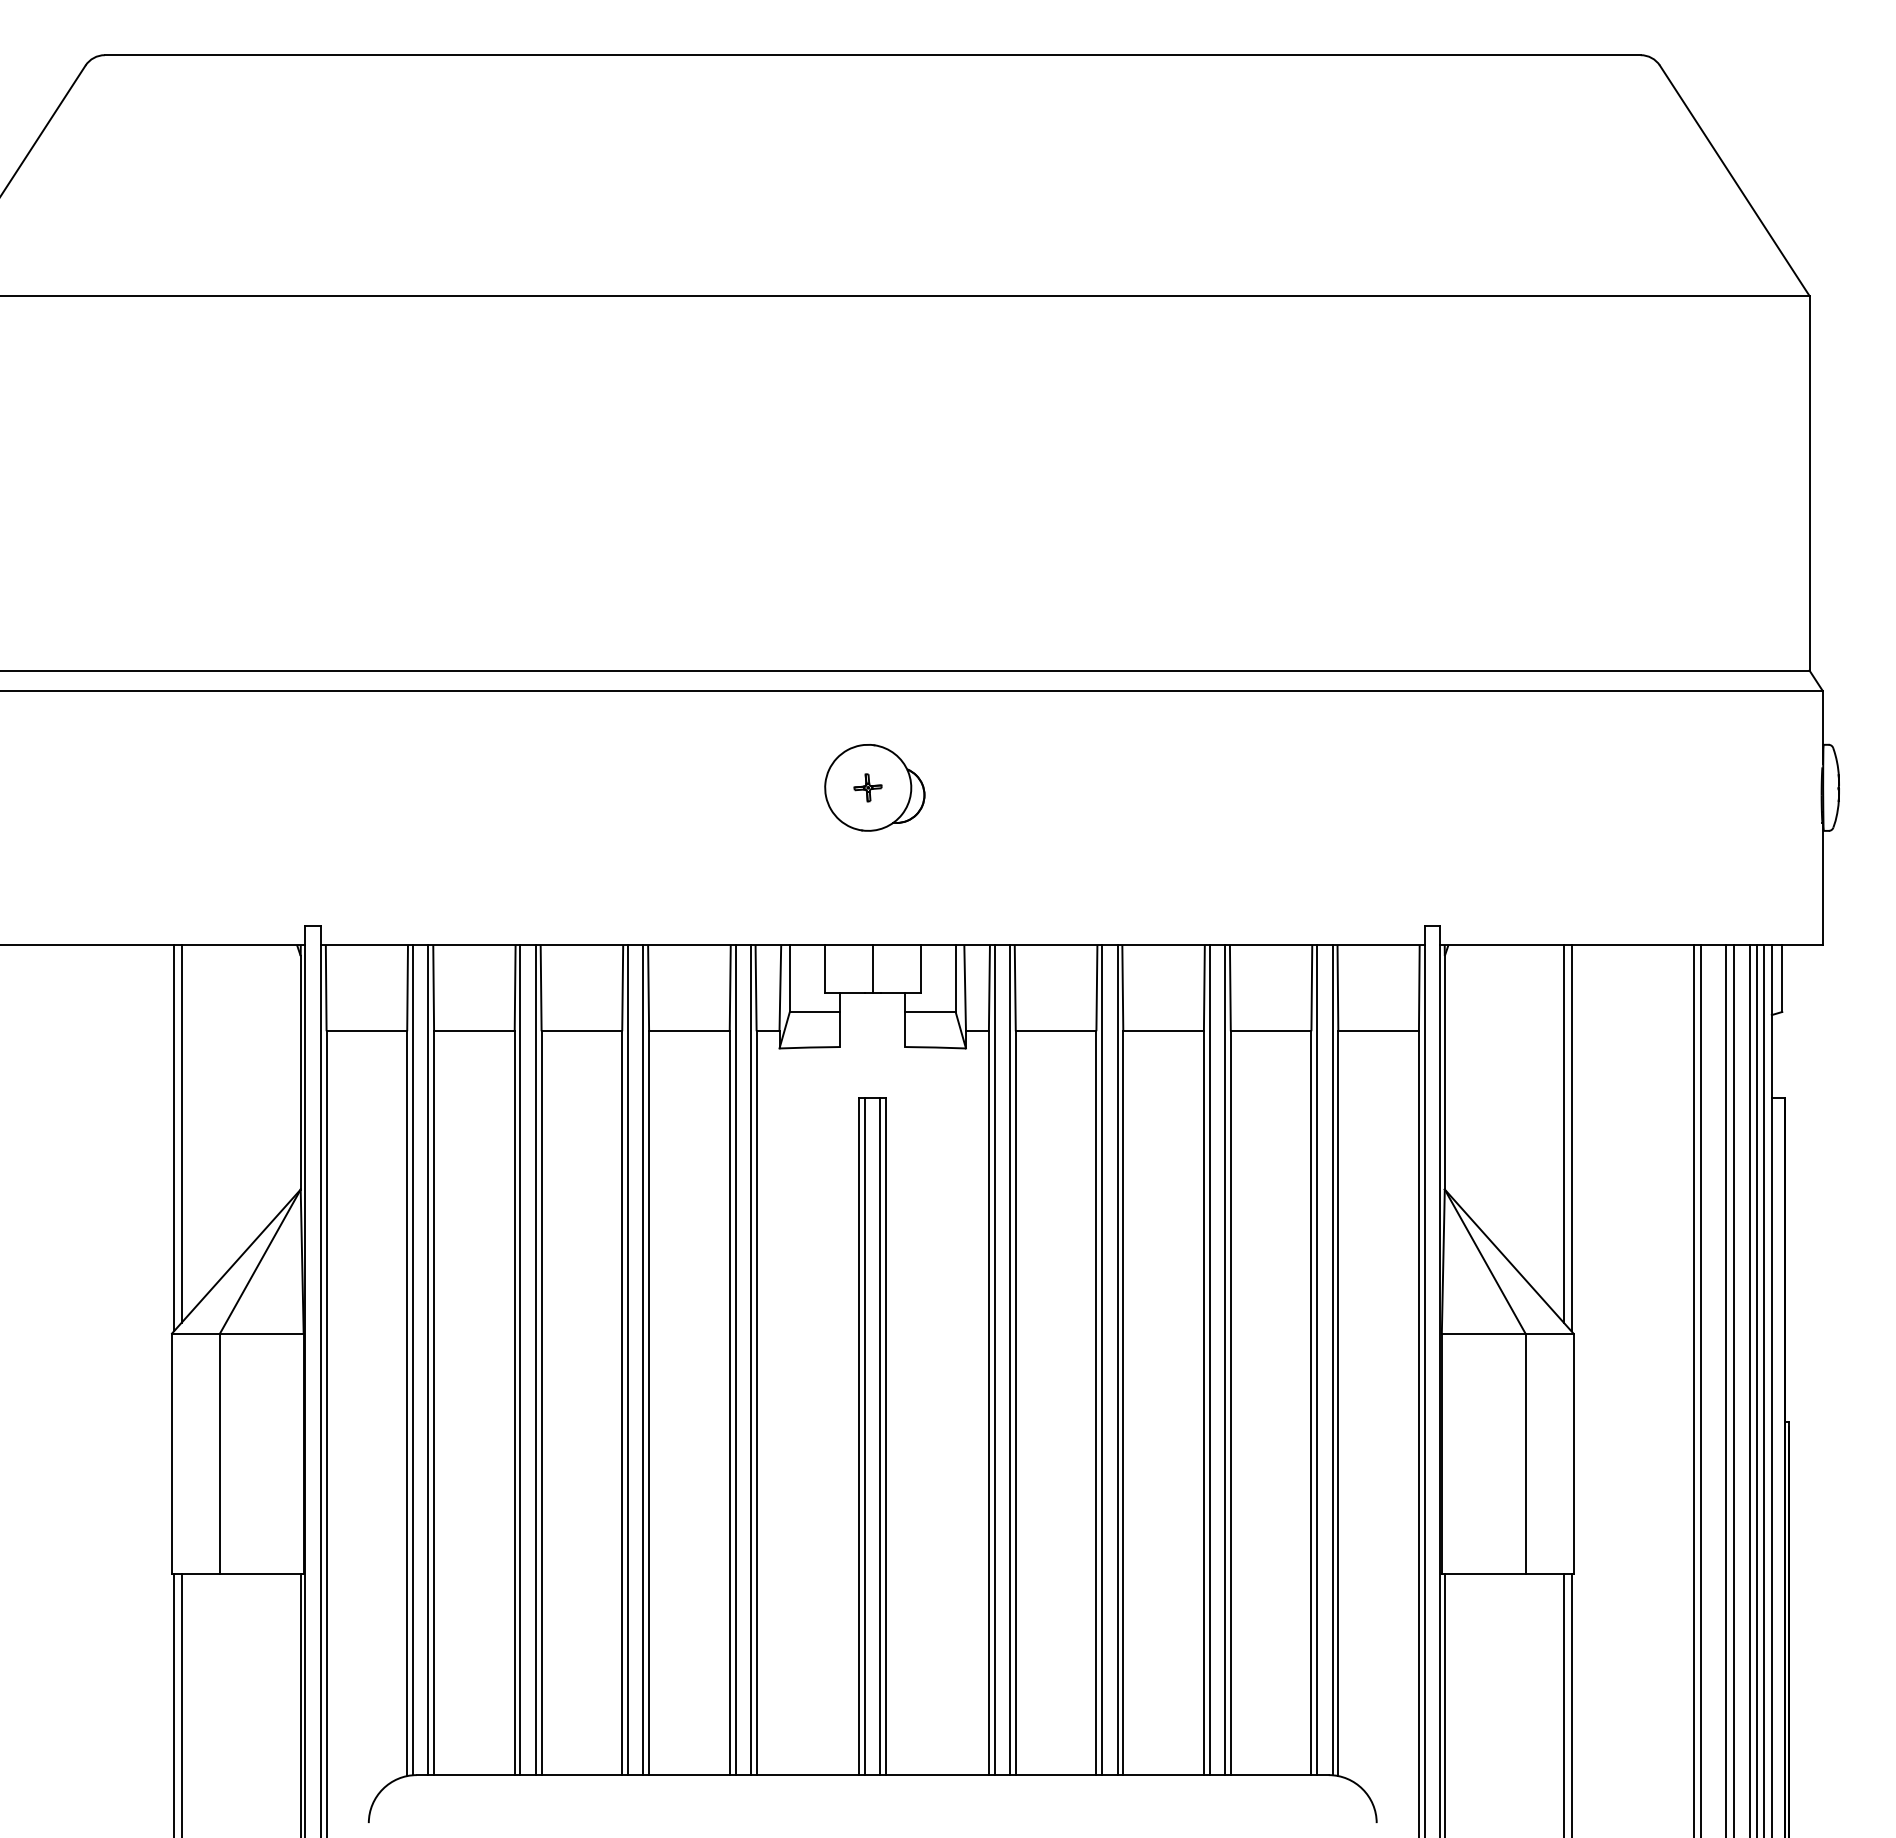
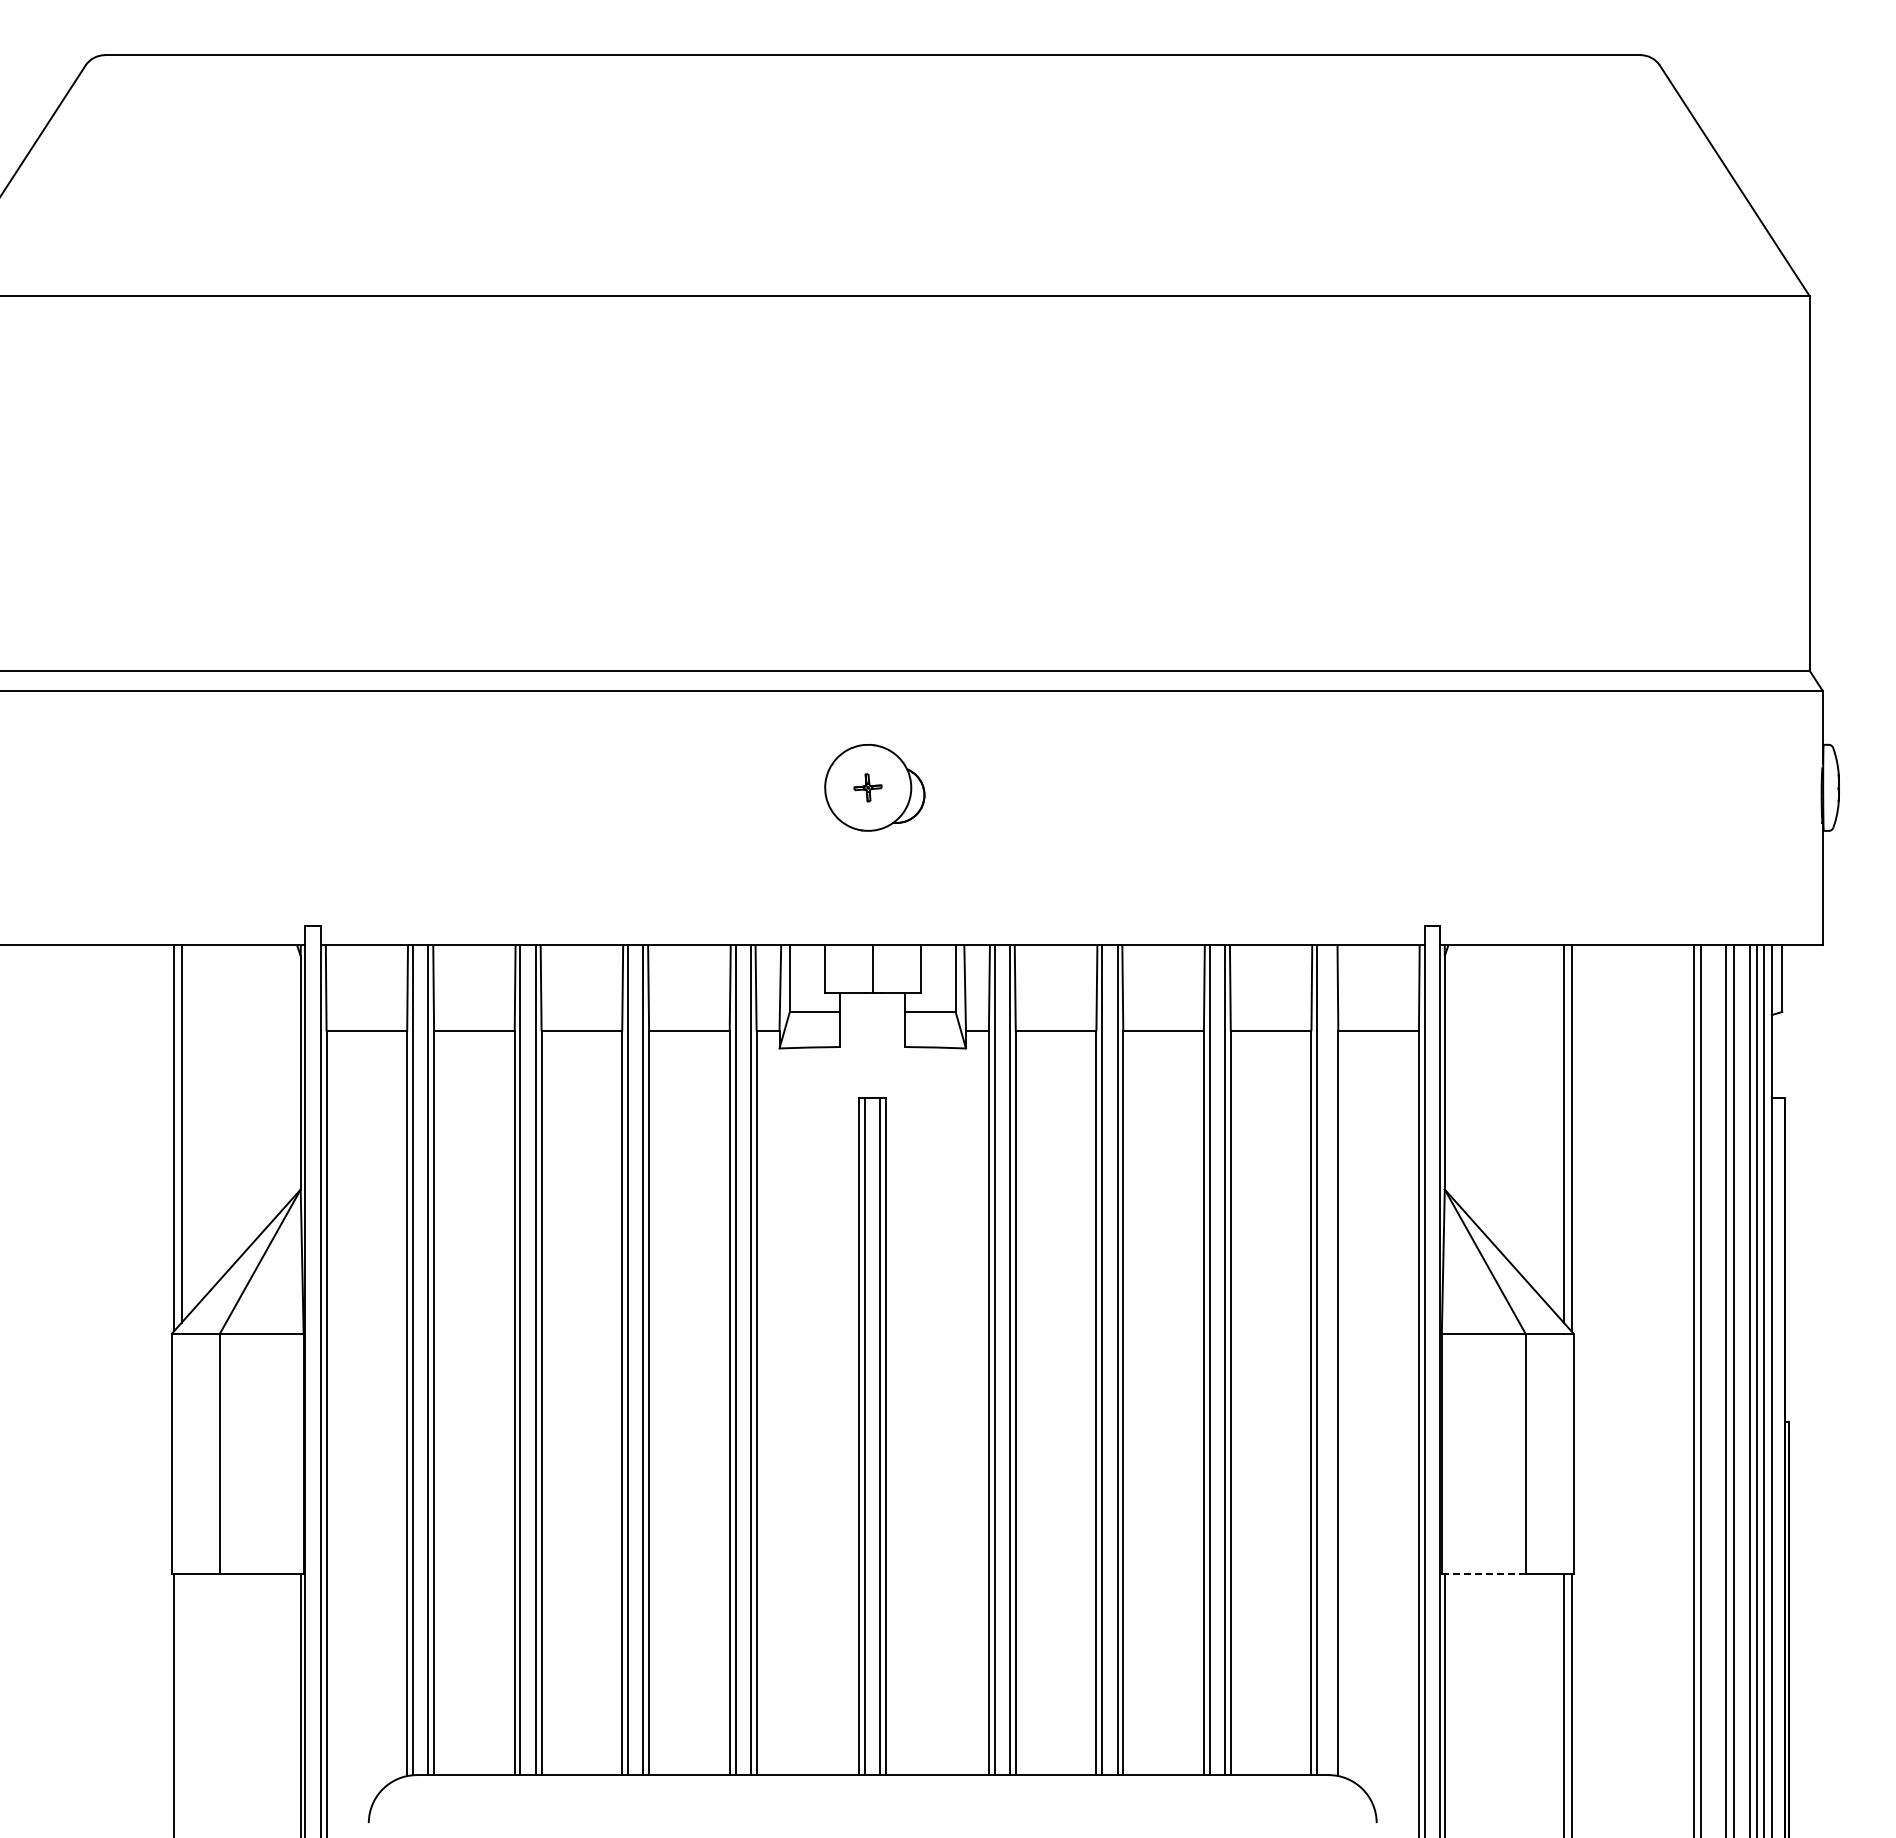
line at (1332, 1360): present -> none
line at (1483, 1573): solid -> dashed
line at (181, 1703): present -> none
